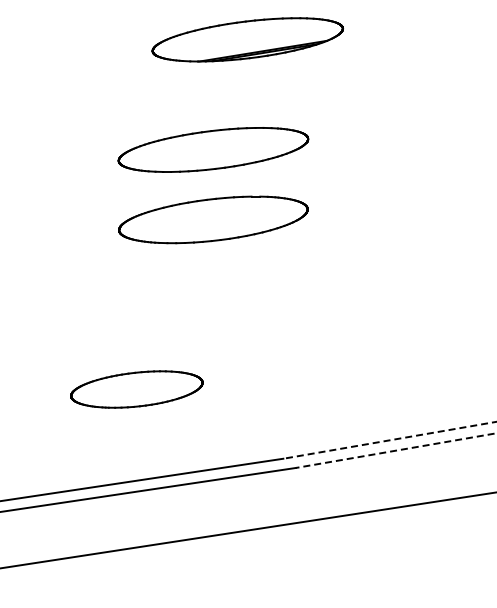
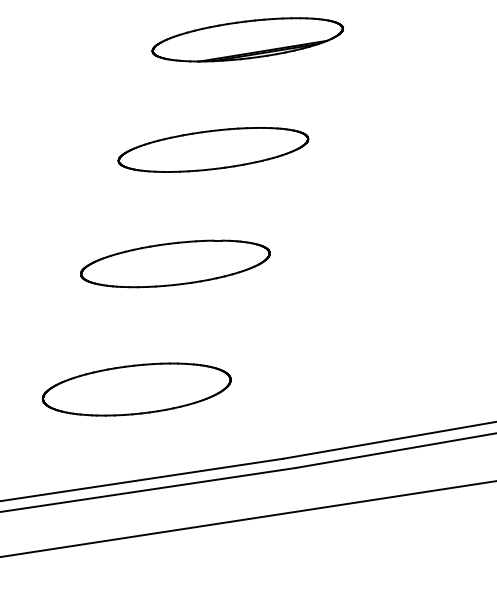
part at (213, 219) position: (213, 219) -> (175, 263)
part at (136, 389) size: 134x39 px -> 190x55 px
line at (389, 440): dashed -> solid
line at (396, 450): dashed -> solid
line at (247, 530) position: (247, 530) -> (247, 518)
